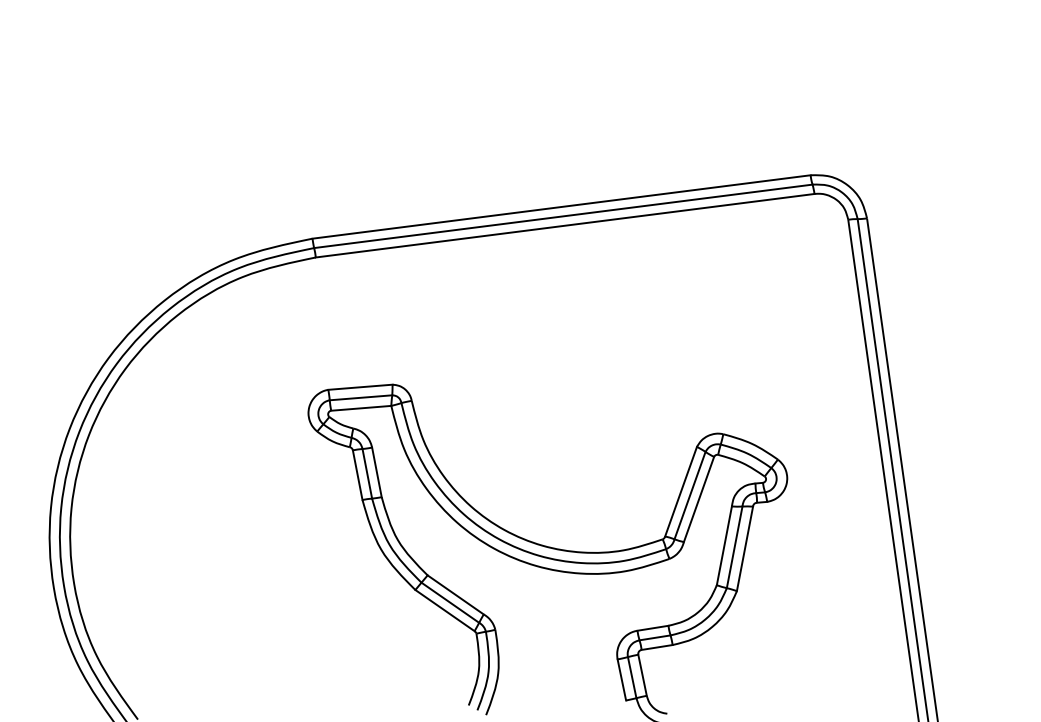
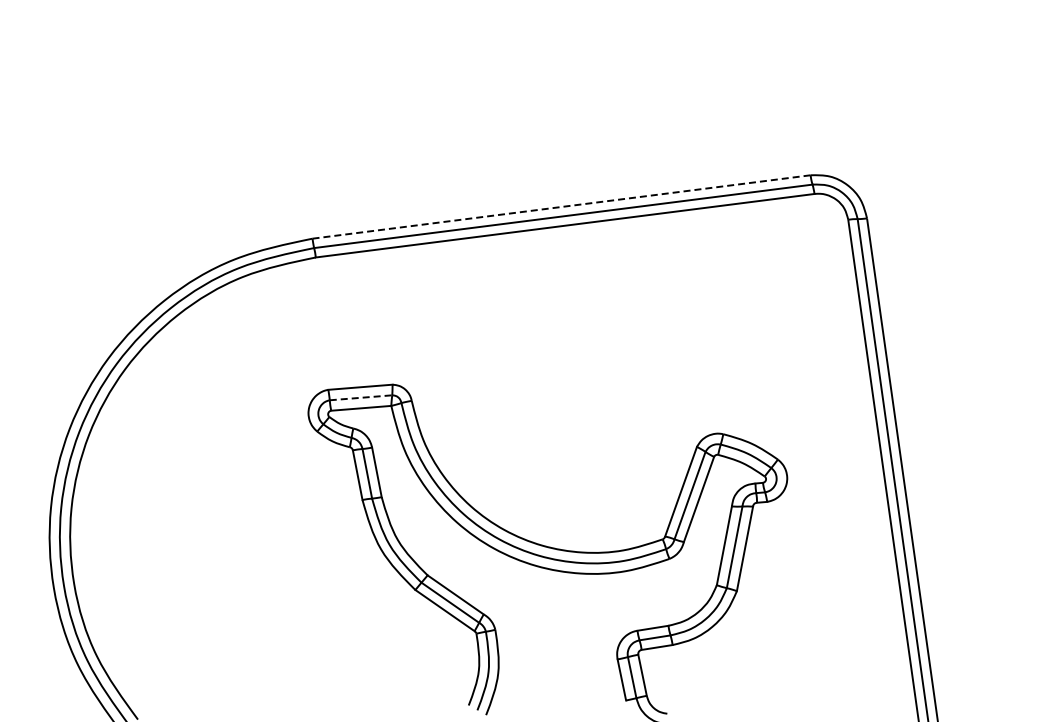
line at (562, 206): solid -> dashed
line at (361, 397): solid -> dashed
